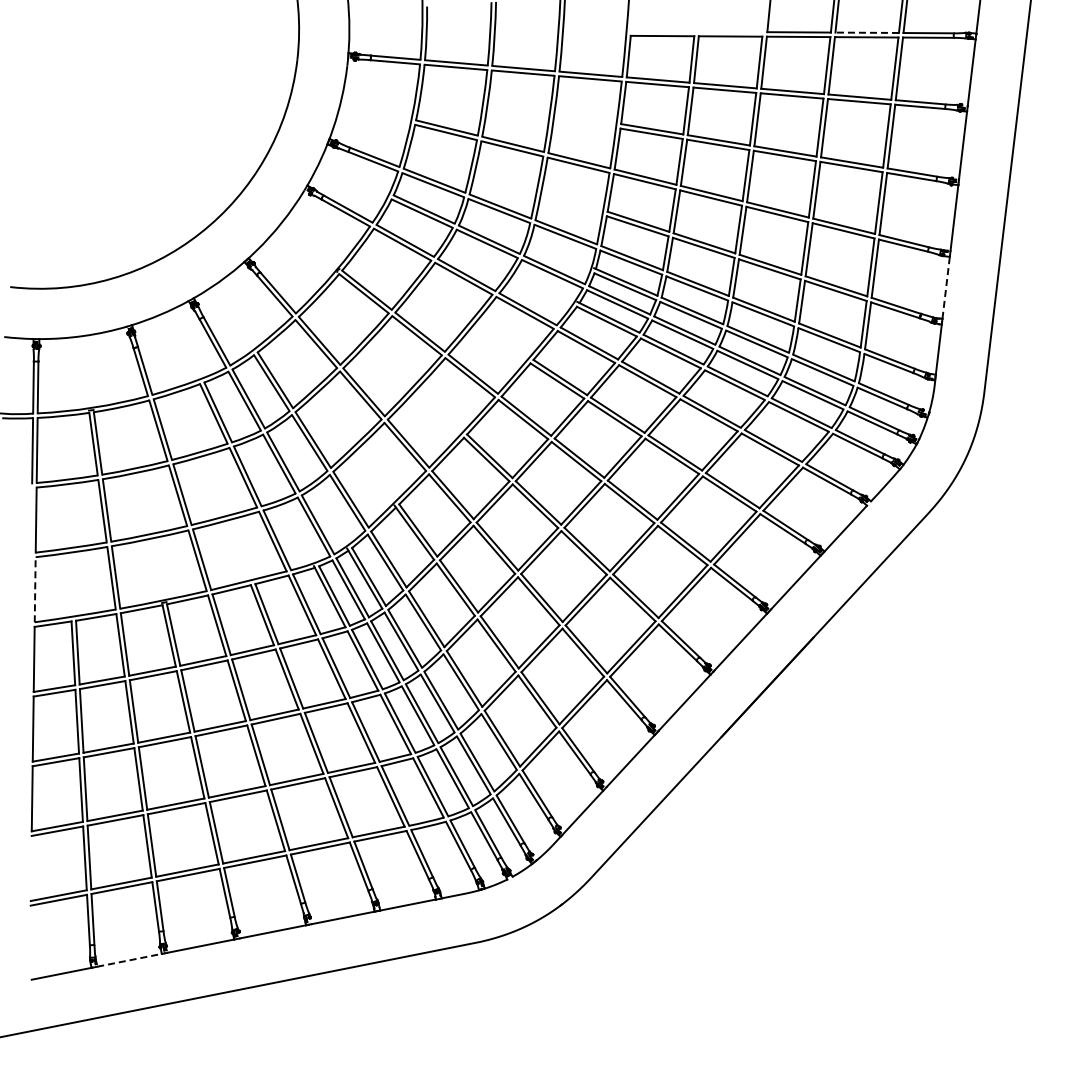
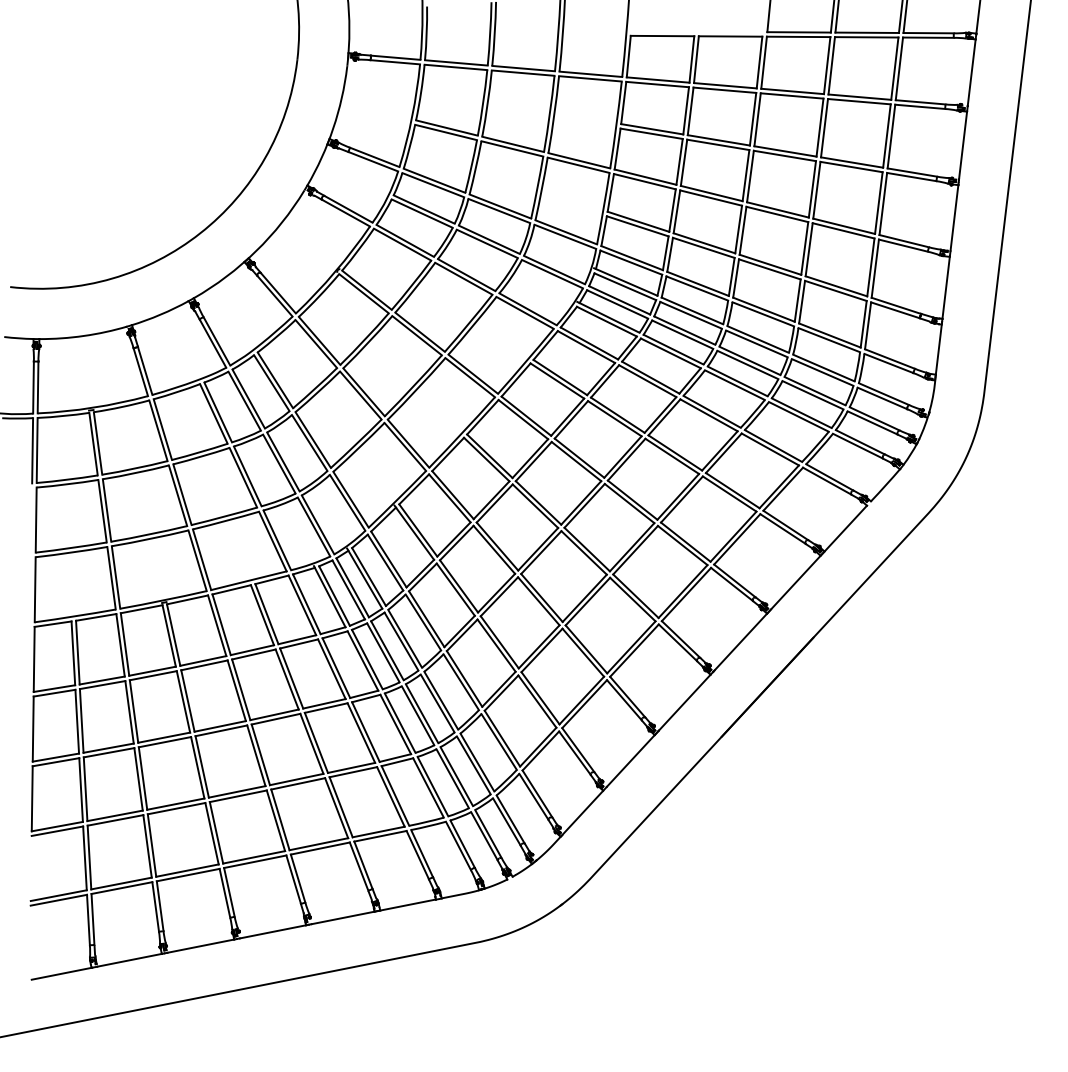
line at (867, 32): dashed -> solid
line at (946, 287): dashed -> solid
line at (35, 589): dashed -> solid
line at (129, 960): dashed -> solid
